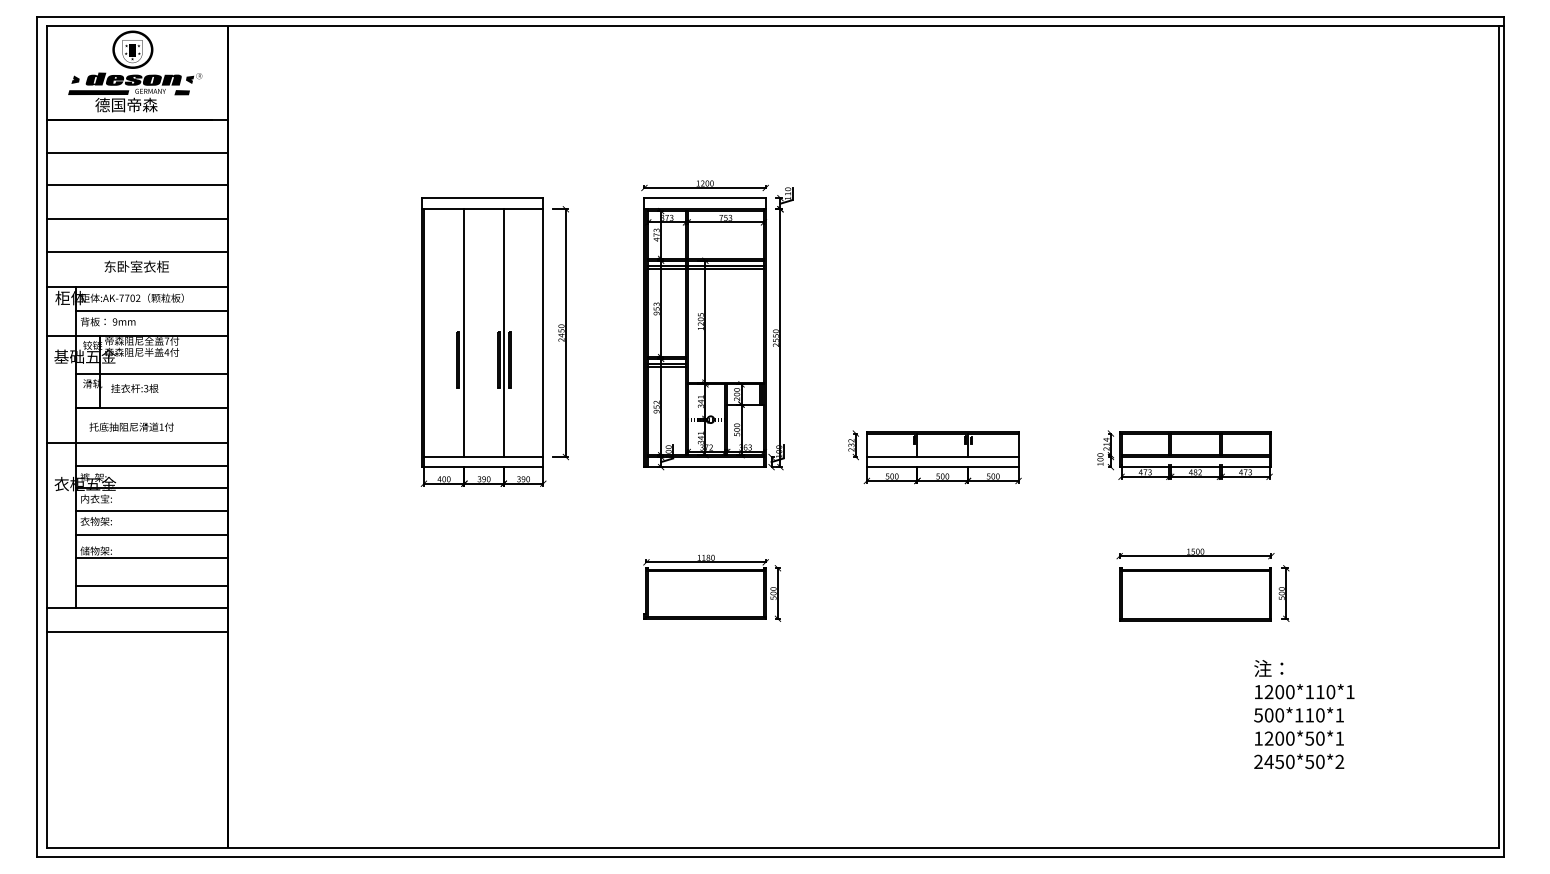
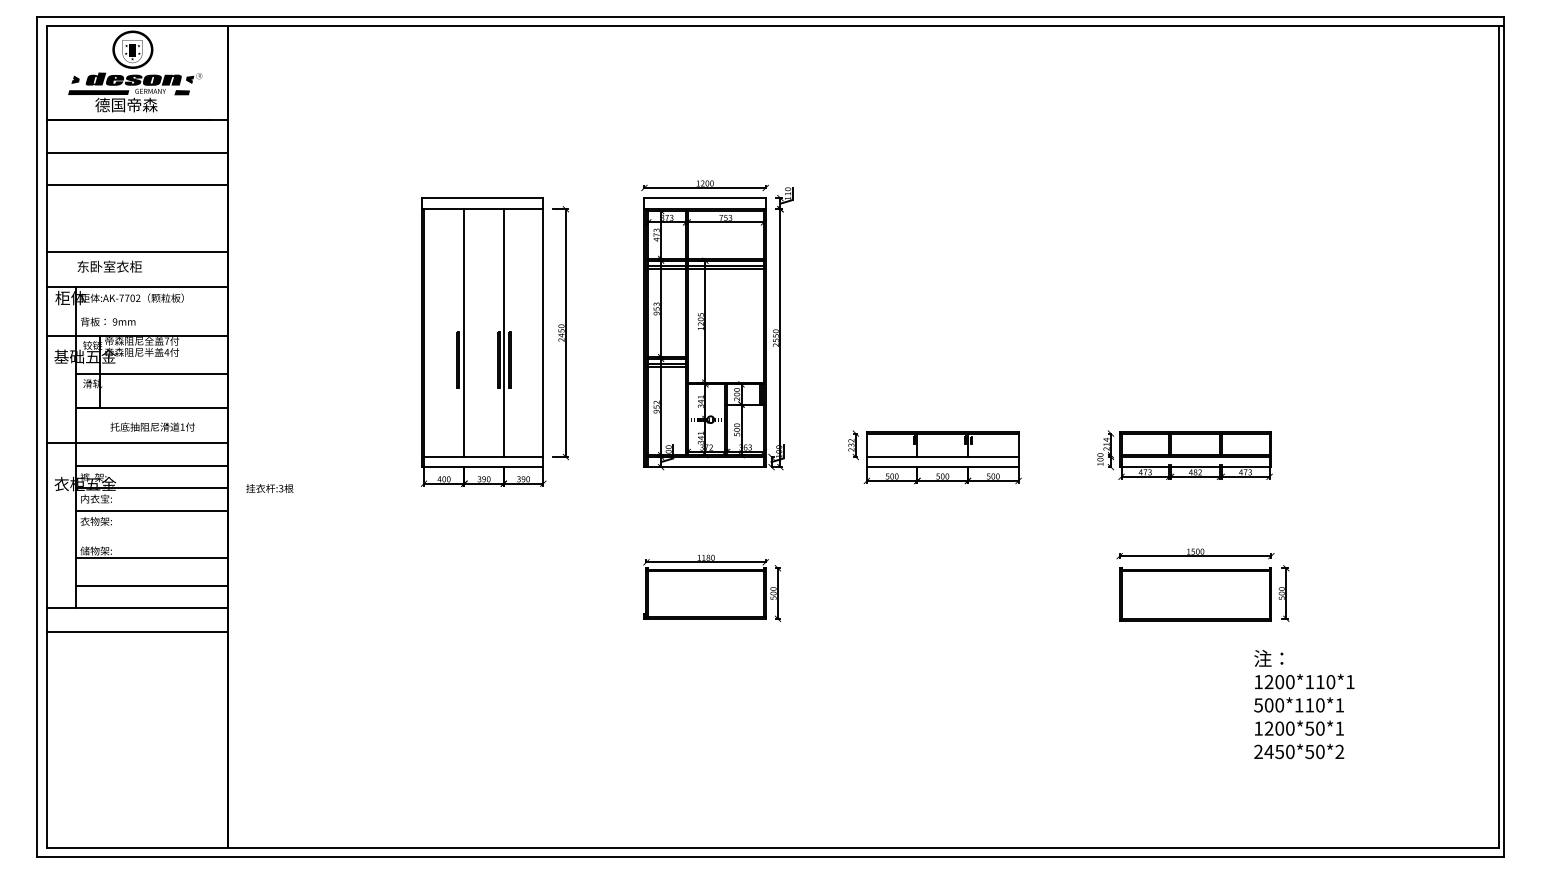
line at (136, 218): present -> none
text at (136, 266) position: (136, 266) -> (109, 266)
line at (151, 310): present -> none
text at (134, 388) position: (134, 388) -> (269, 488)
text at (131, 426) position: (131, 426) -> (152, 426)
line at (151, 534): present -> none
text at (1304, 714) position: (1304, 714) -> (1304, 704)
